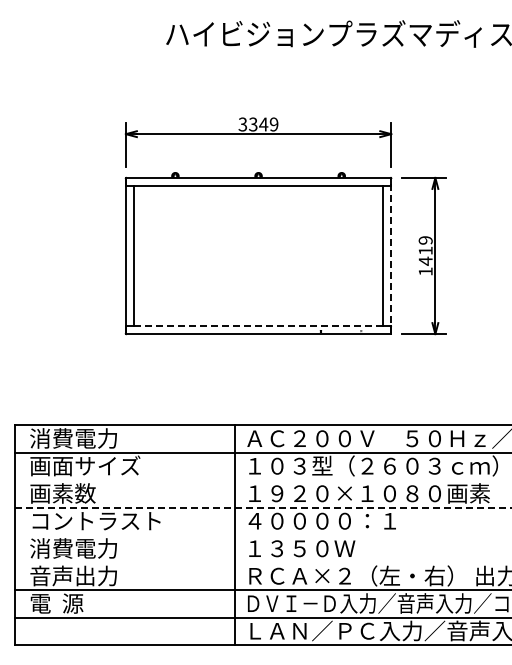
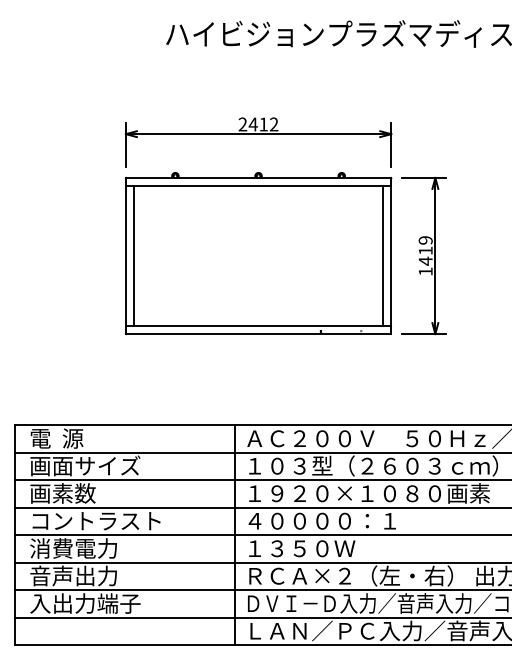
text at (258, 124): 3349 -> 2412
line at (391, 256): dashed -> solid
line at (258, 326): dashed -> solid
text at (73, 438): 消費電力 -> 電  源
line at (261, 480): none -> present
line at (263, 507): dashed -> solid
line at (261, 535): none -> present
line at (261, 562): none -> present
text at (85, 603): 電  源 -> 入出力端子
